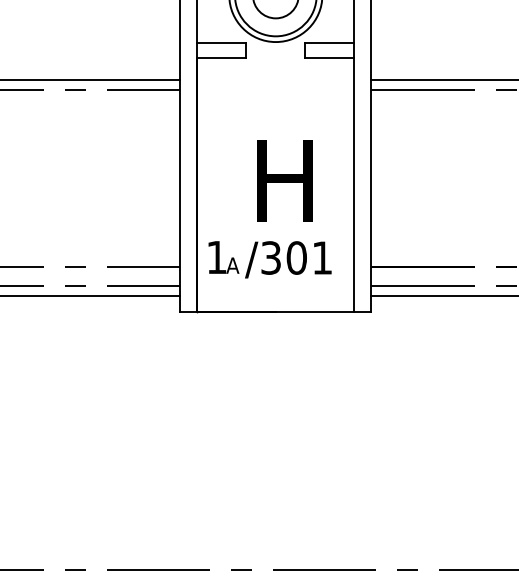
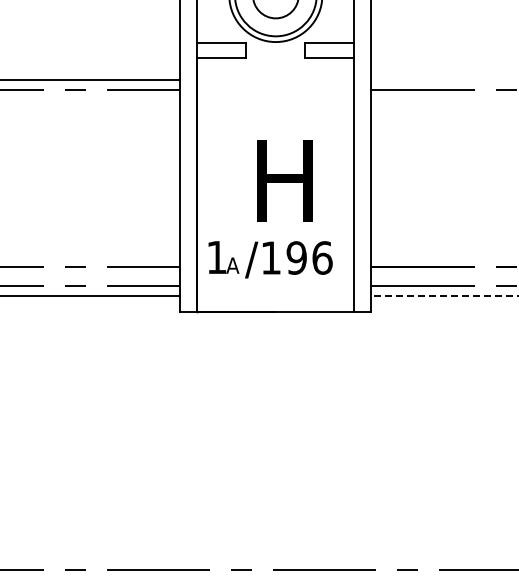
line at (443, 80): present -> none
text at (296, 257): /301 -> /196
line at (444, 296): solid -> dashed
